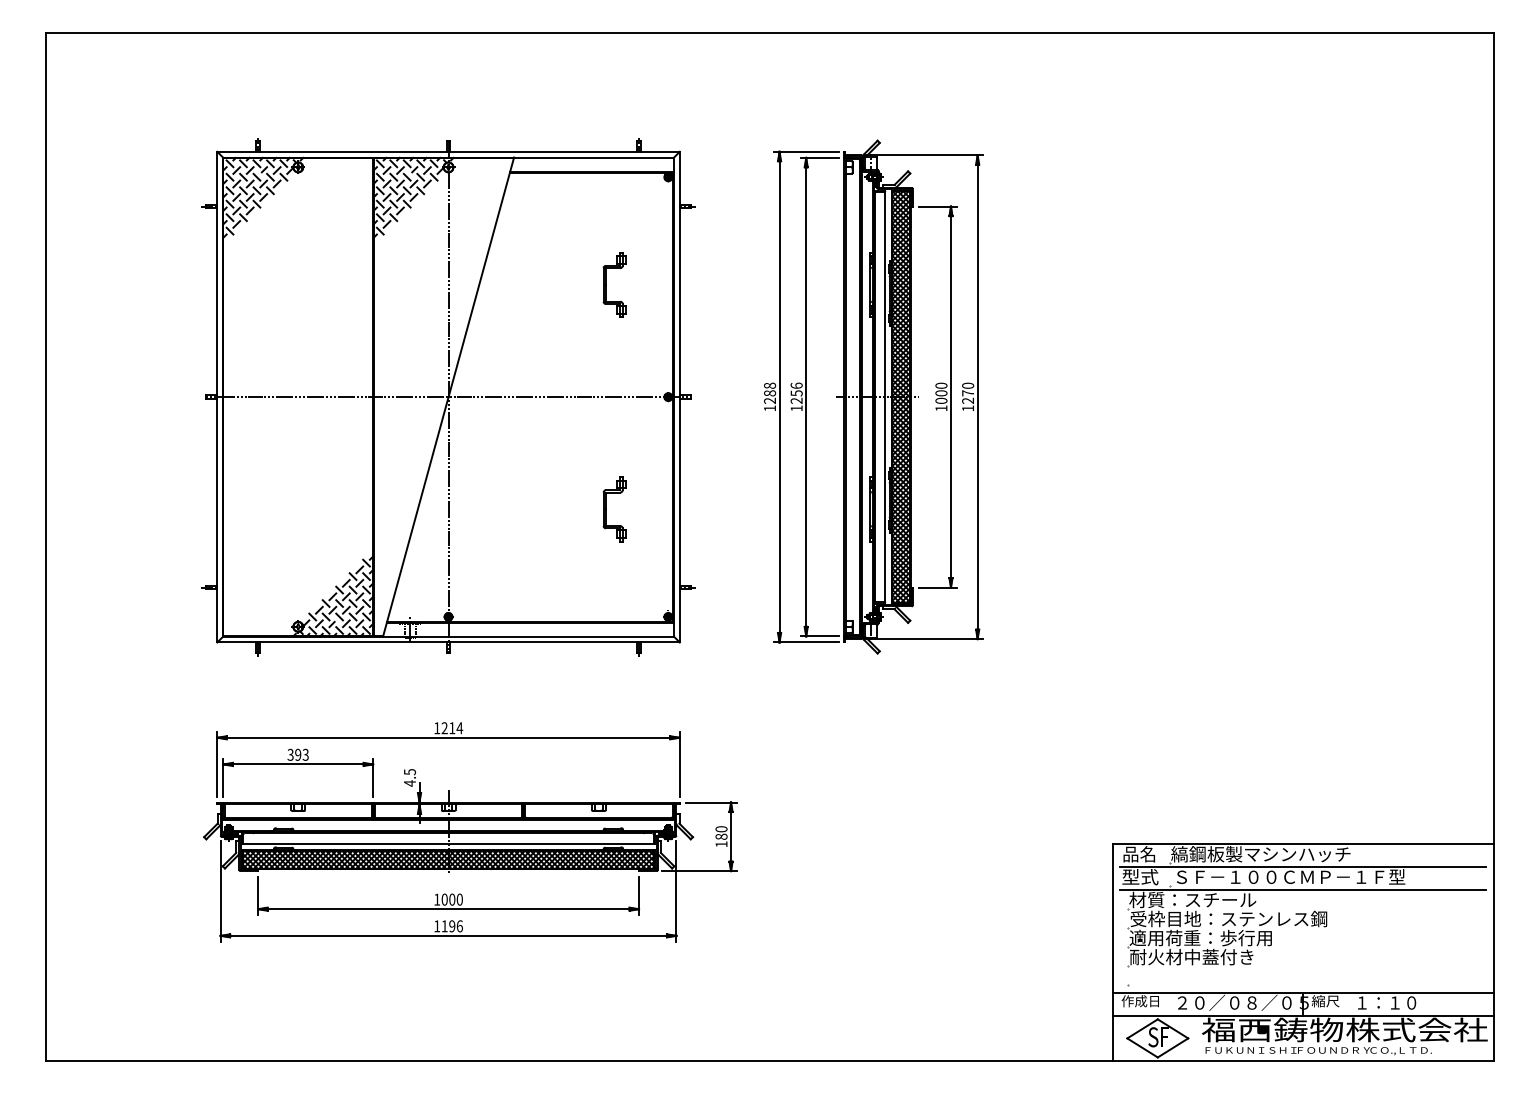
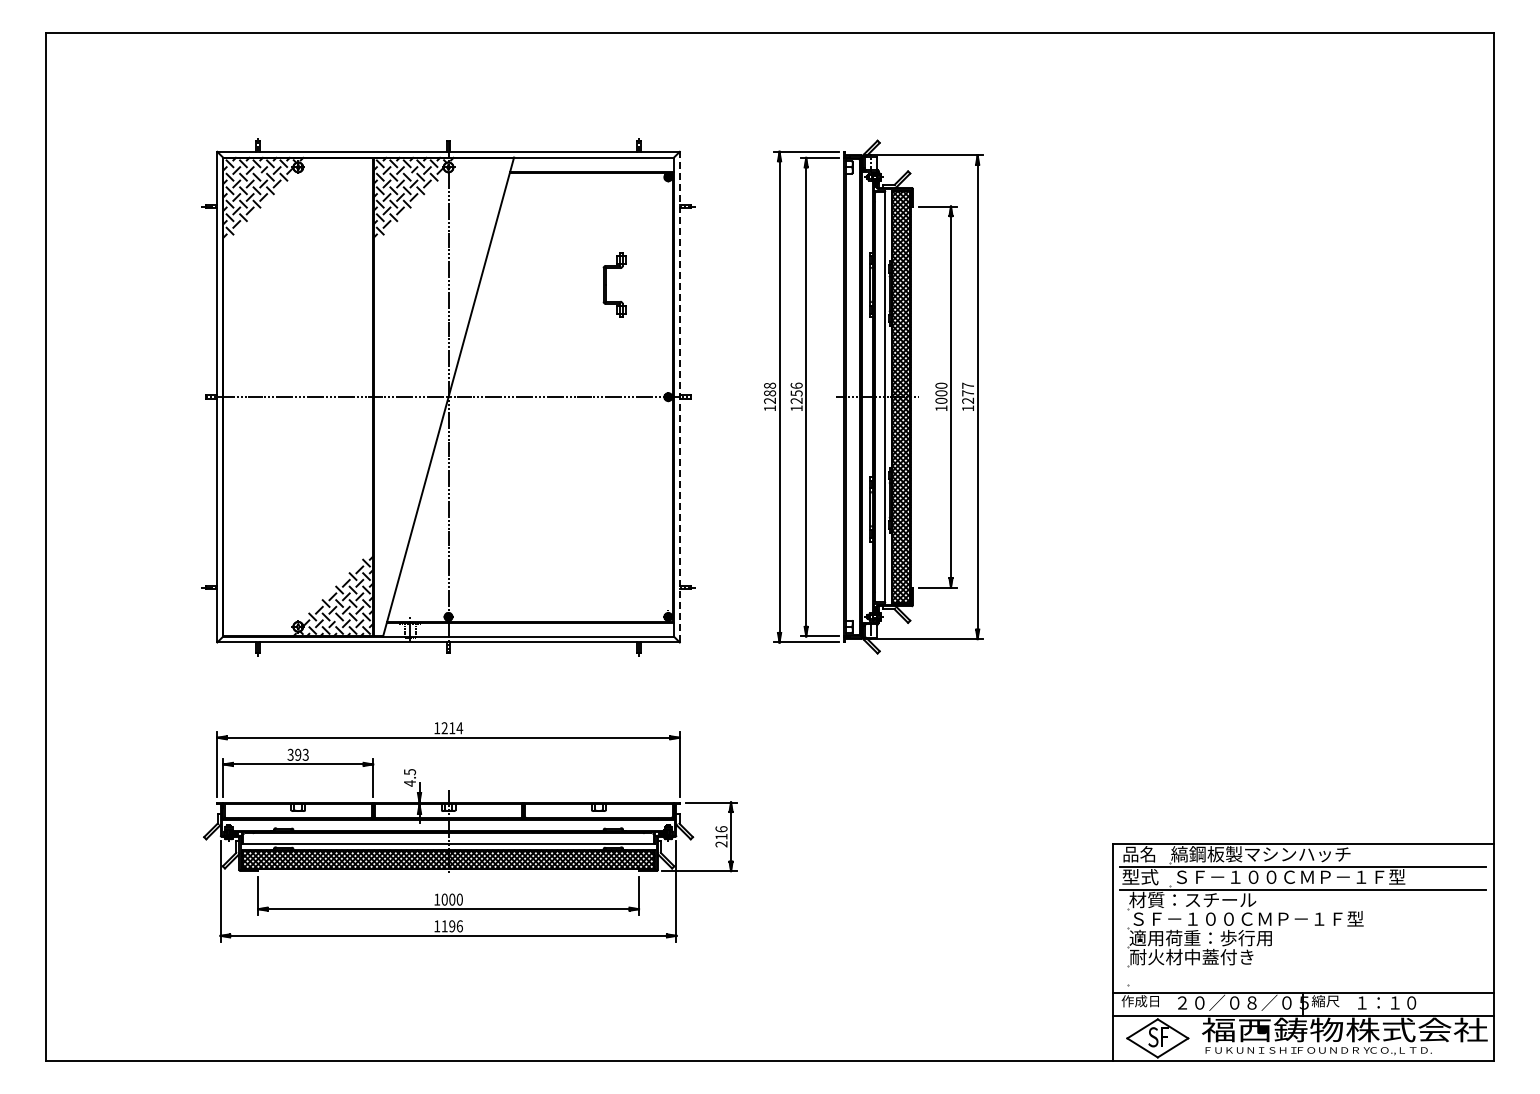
text at (968, 385): 1270 -> 1277
line at (679, 396): solid -> dashed
part at (606, 509): present -> none
text at (721, 836): 180 -> 216
text at (1246, 918): 受枠目地：ステンレス鋼 -> ＳＦ－１００ＣＭＰ－１Ｆ型
